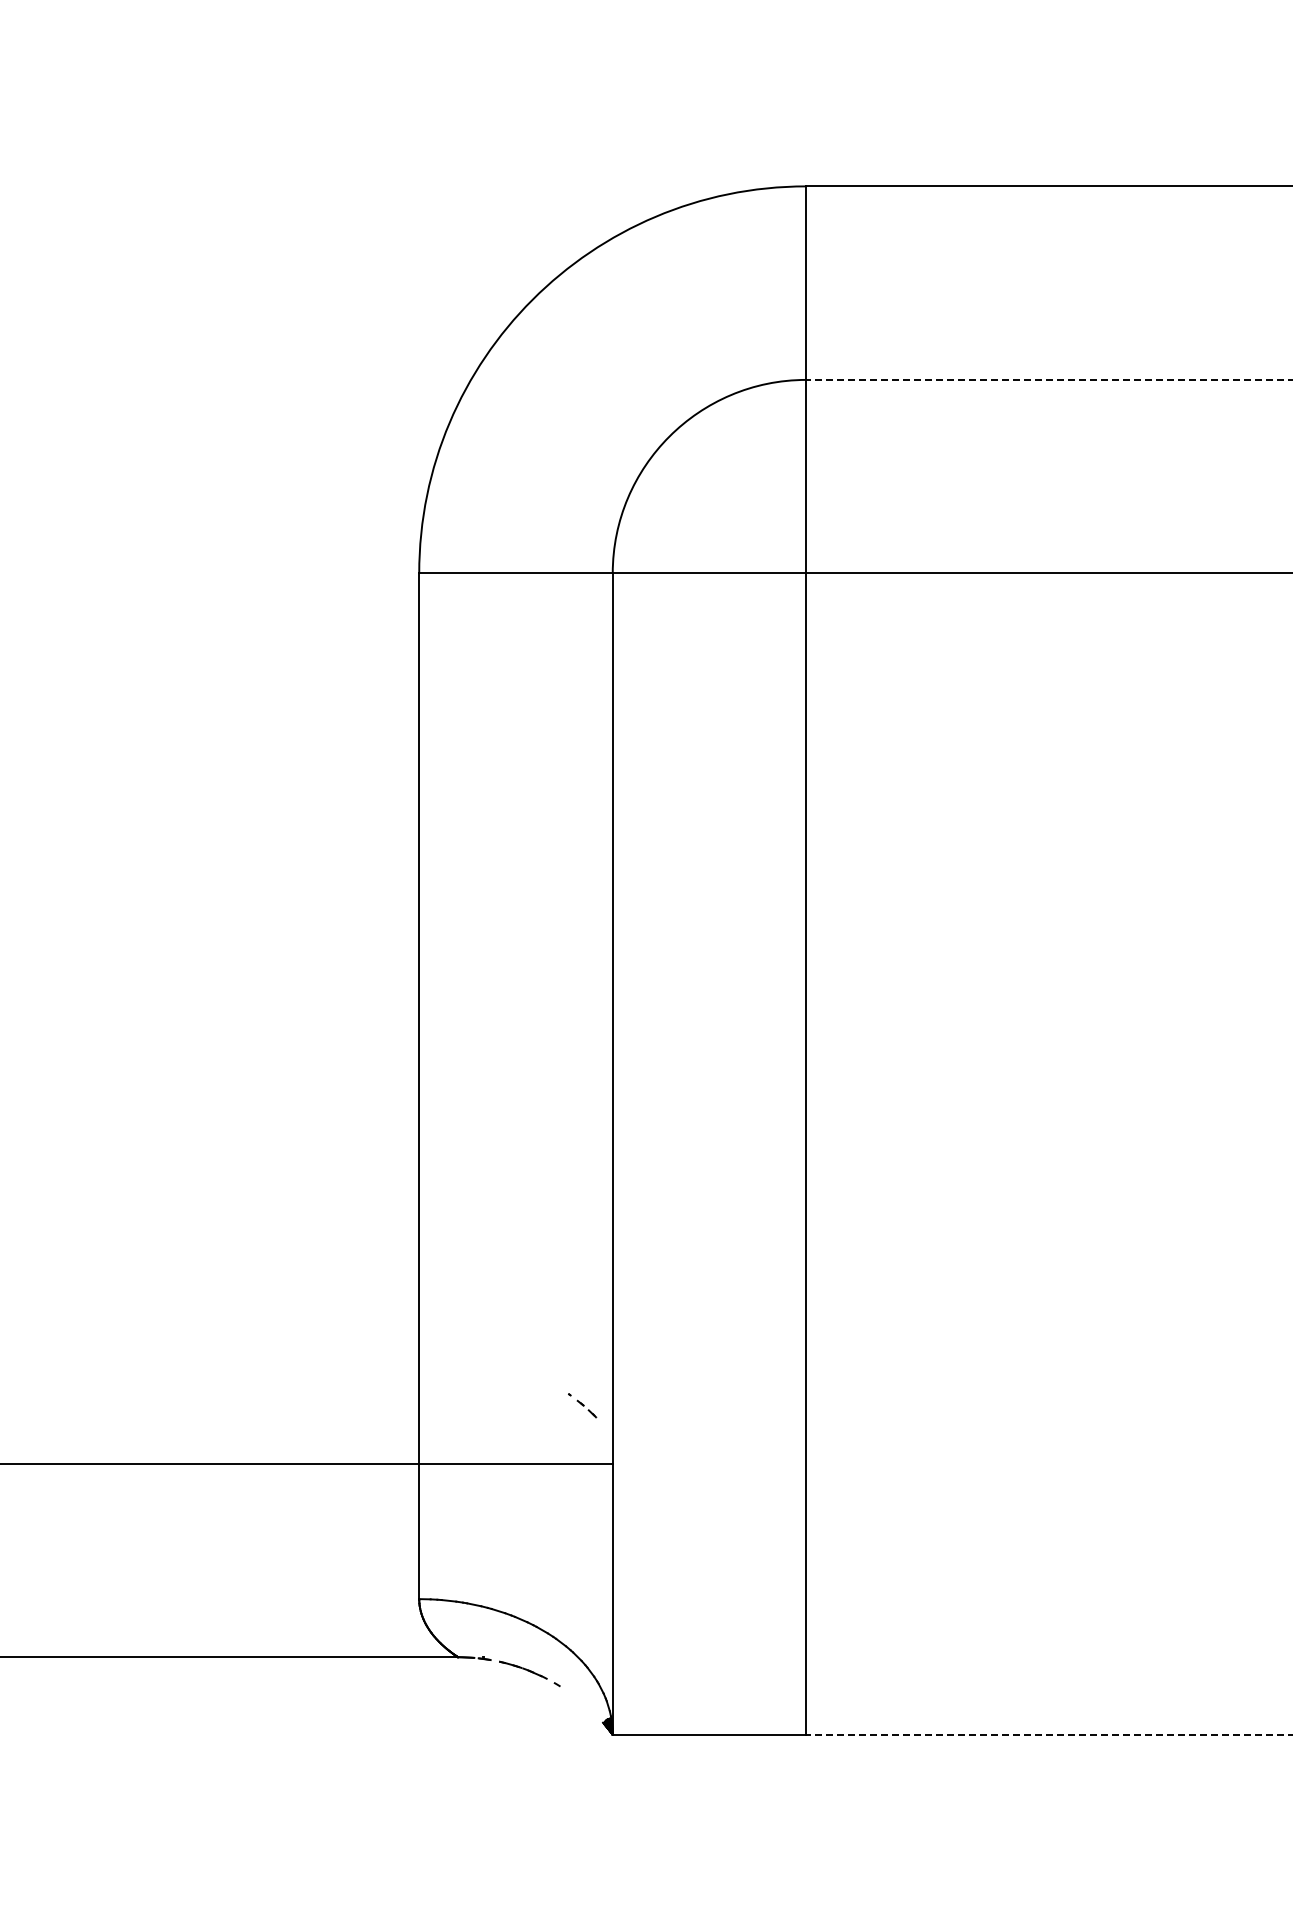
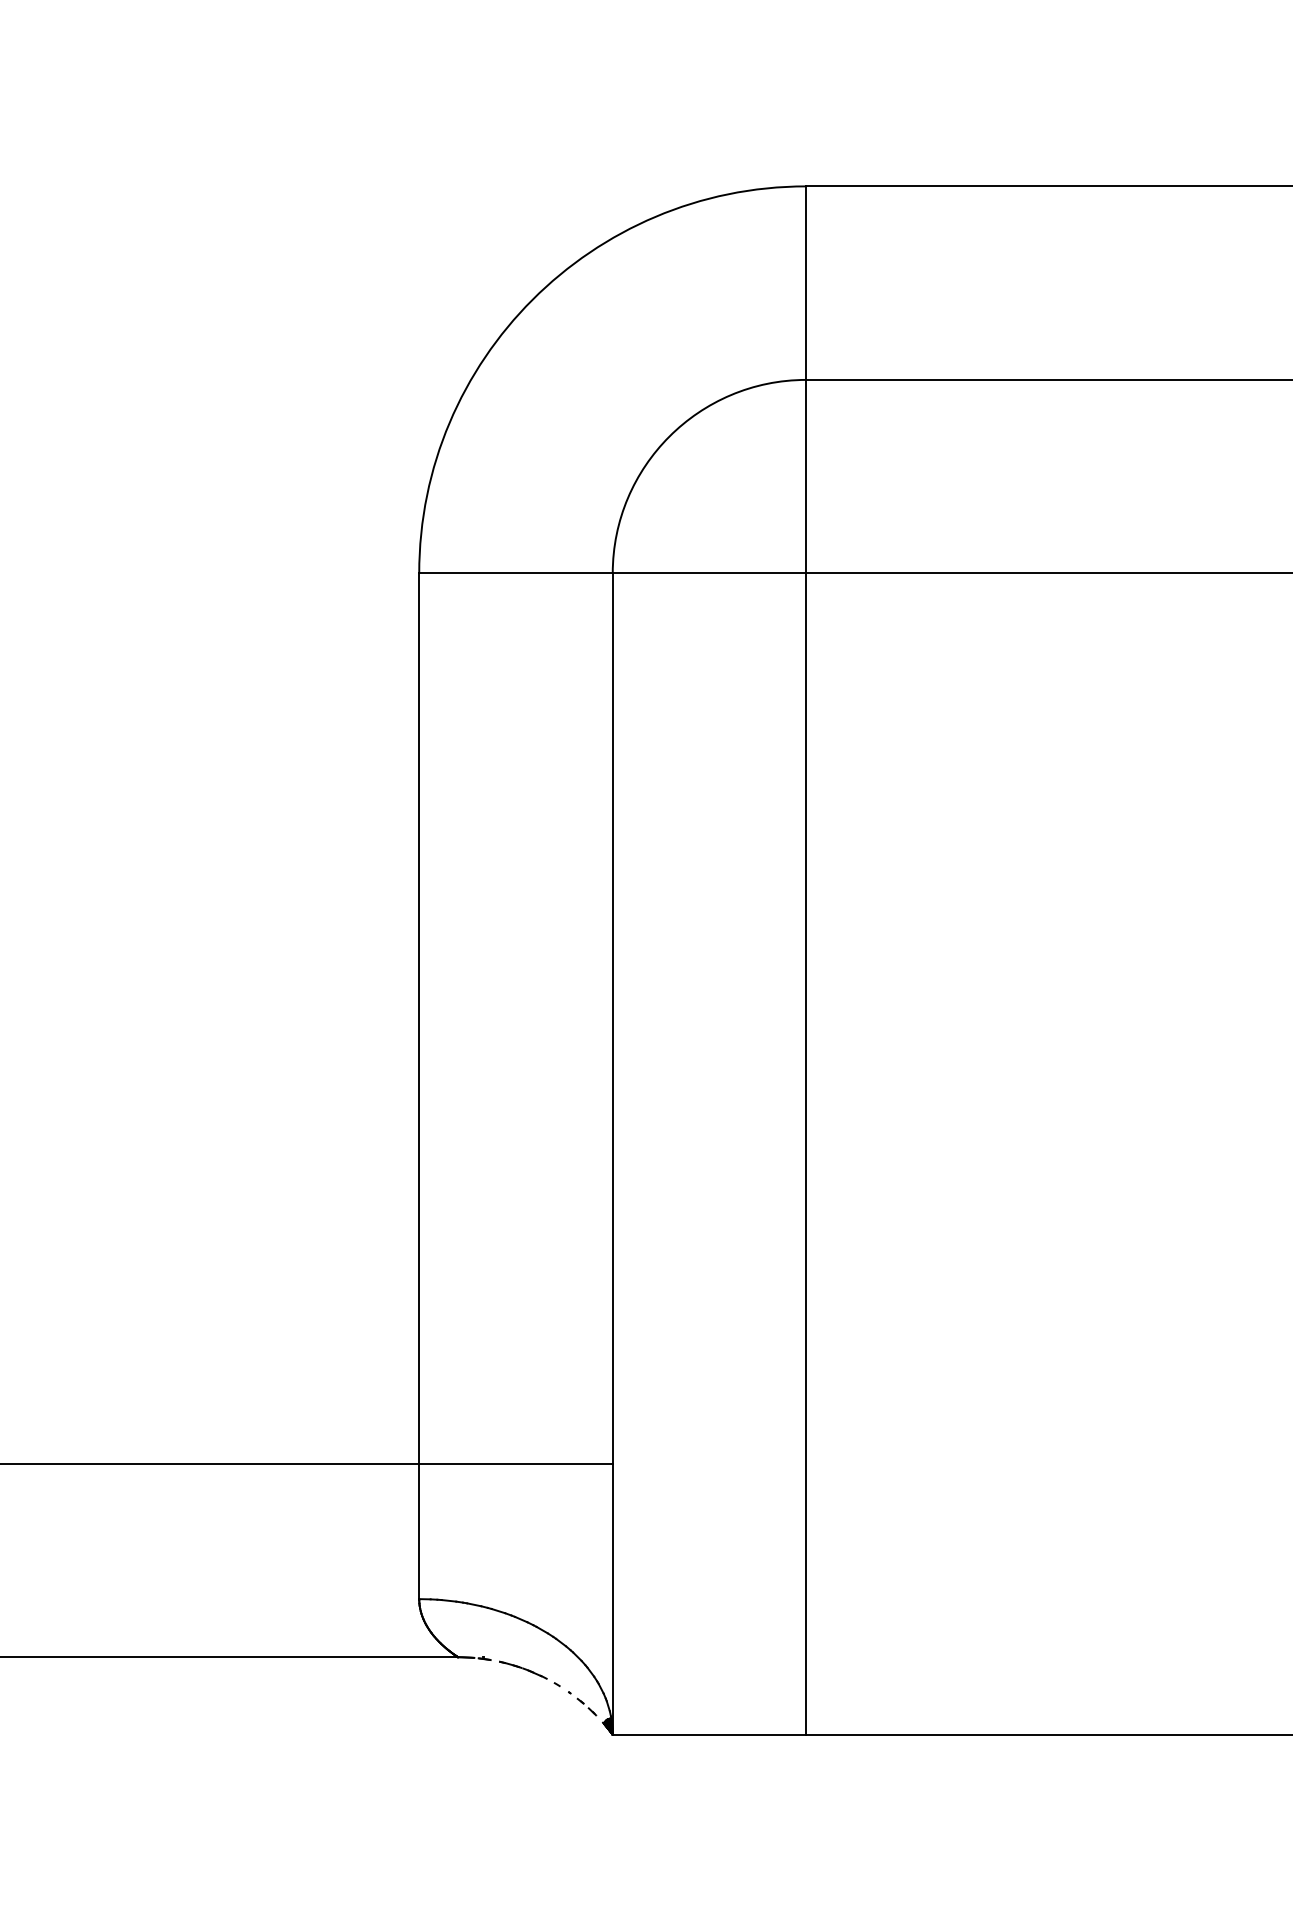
line at (1049, 379): dashed -> solid
part at (582, 1405) position: (582, 1405) -> (582, 1703)
line at (1049, 1734): dashed -> solid
